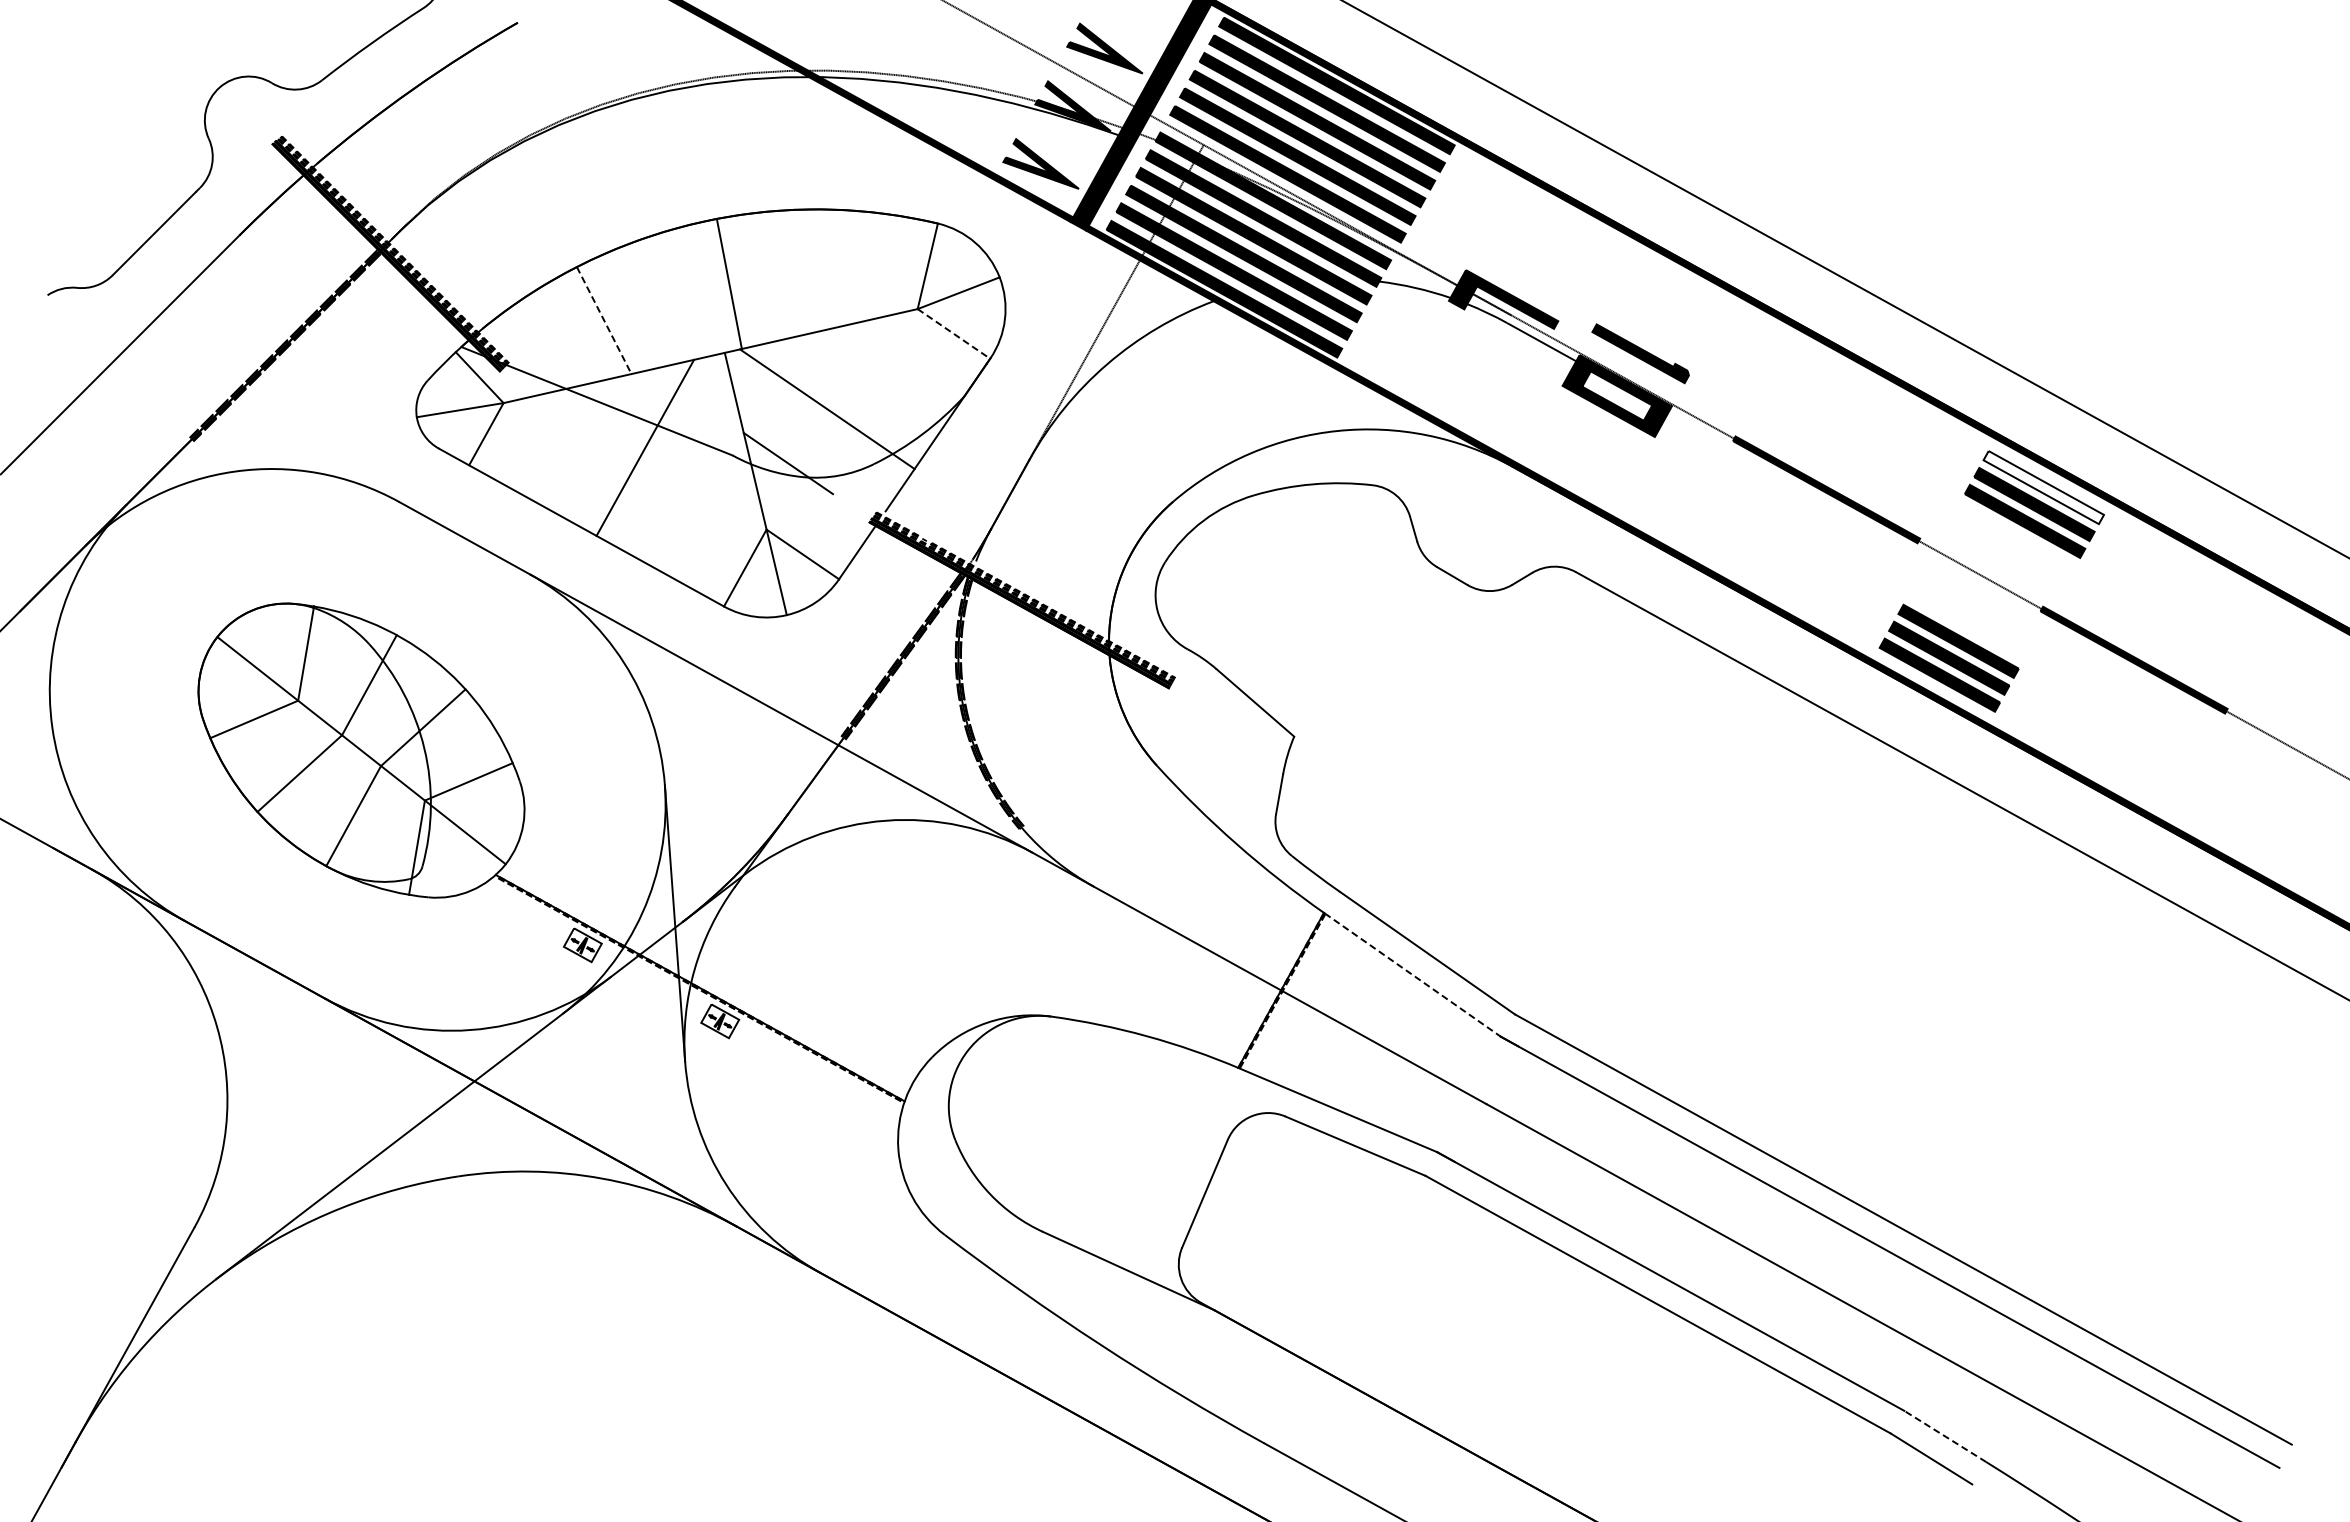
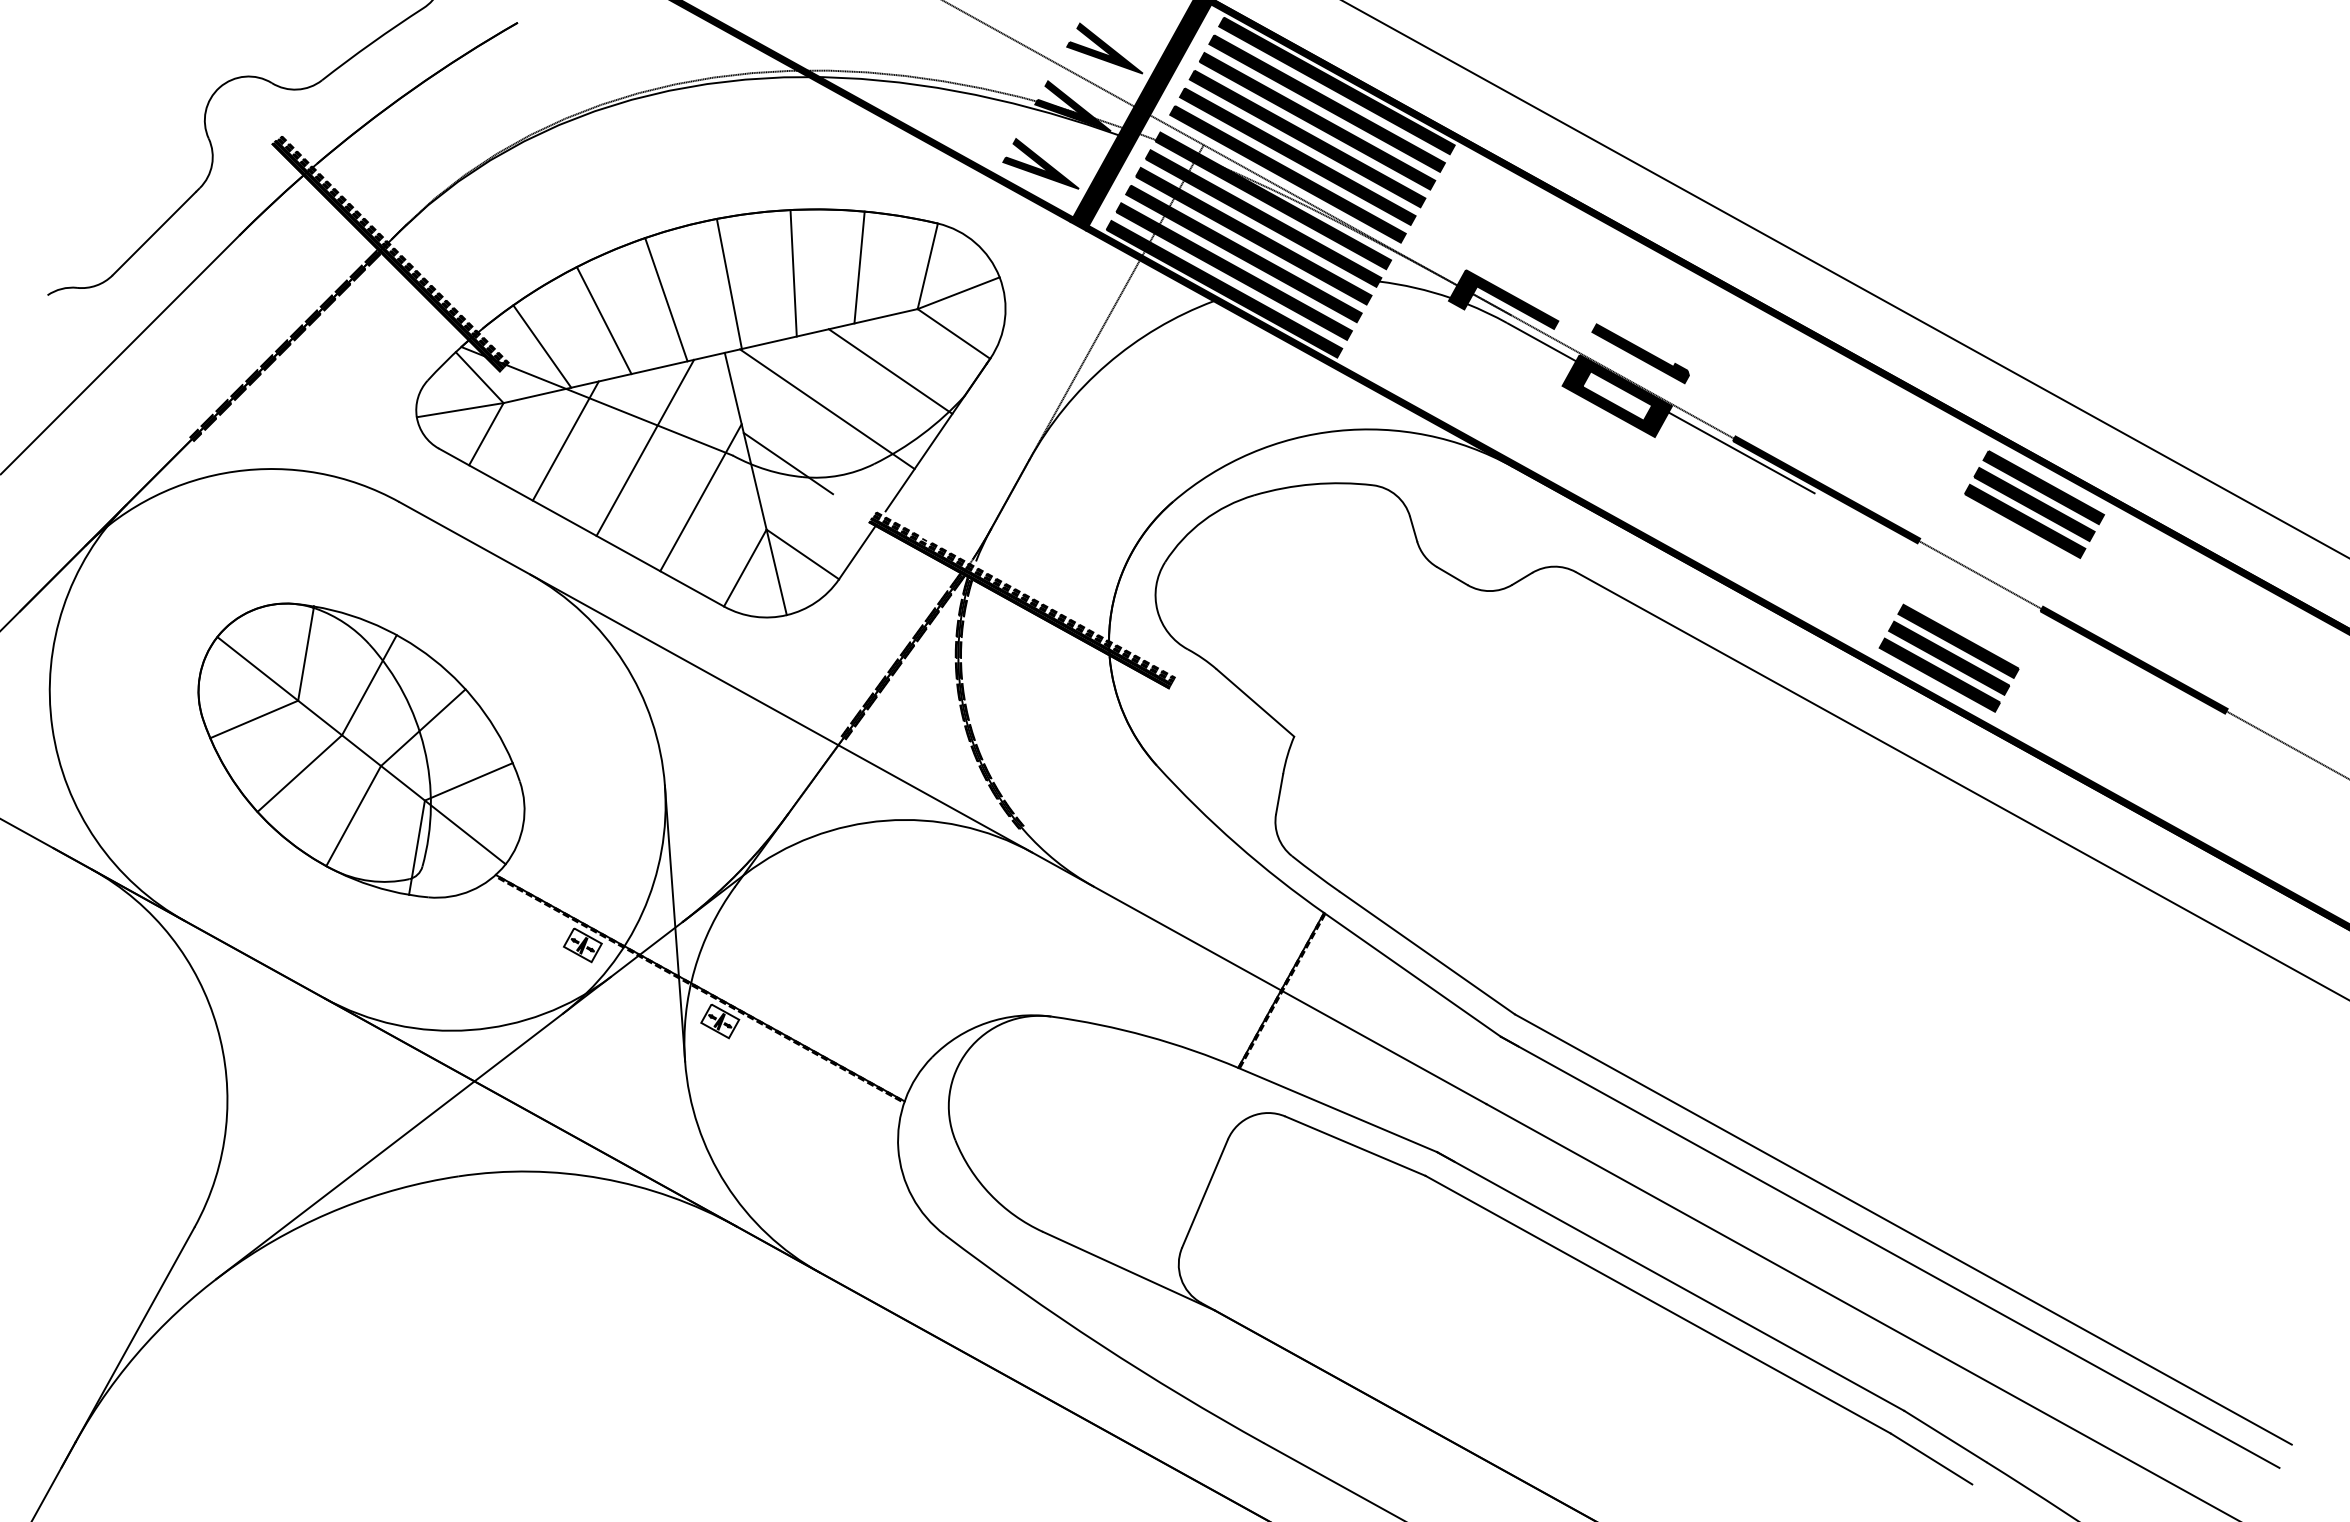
line at (859, 267): none -> present
line at (793, 273): none -> present
line at (666, 299): none -> present
line at (604, 321): dashed -> solid
line at (953, 333): dashed -> solid
line at (542, 346): none -> present
line at (890, 371): none -> present
line at (565, 440): none -> present
line at (1741, 452): none -> present
fill at (2043, 487): none -> present
line at (700, 497): none -> present
line at (1412, 975): dashed -> solid
line at (1944, 1436): dashed -> solid
